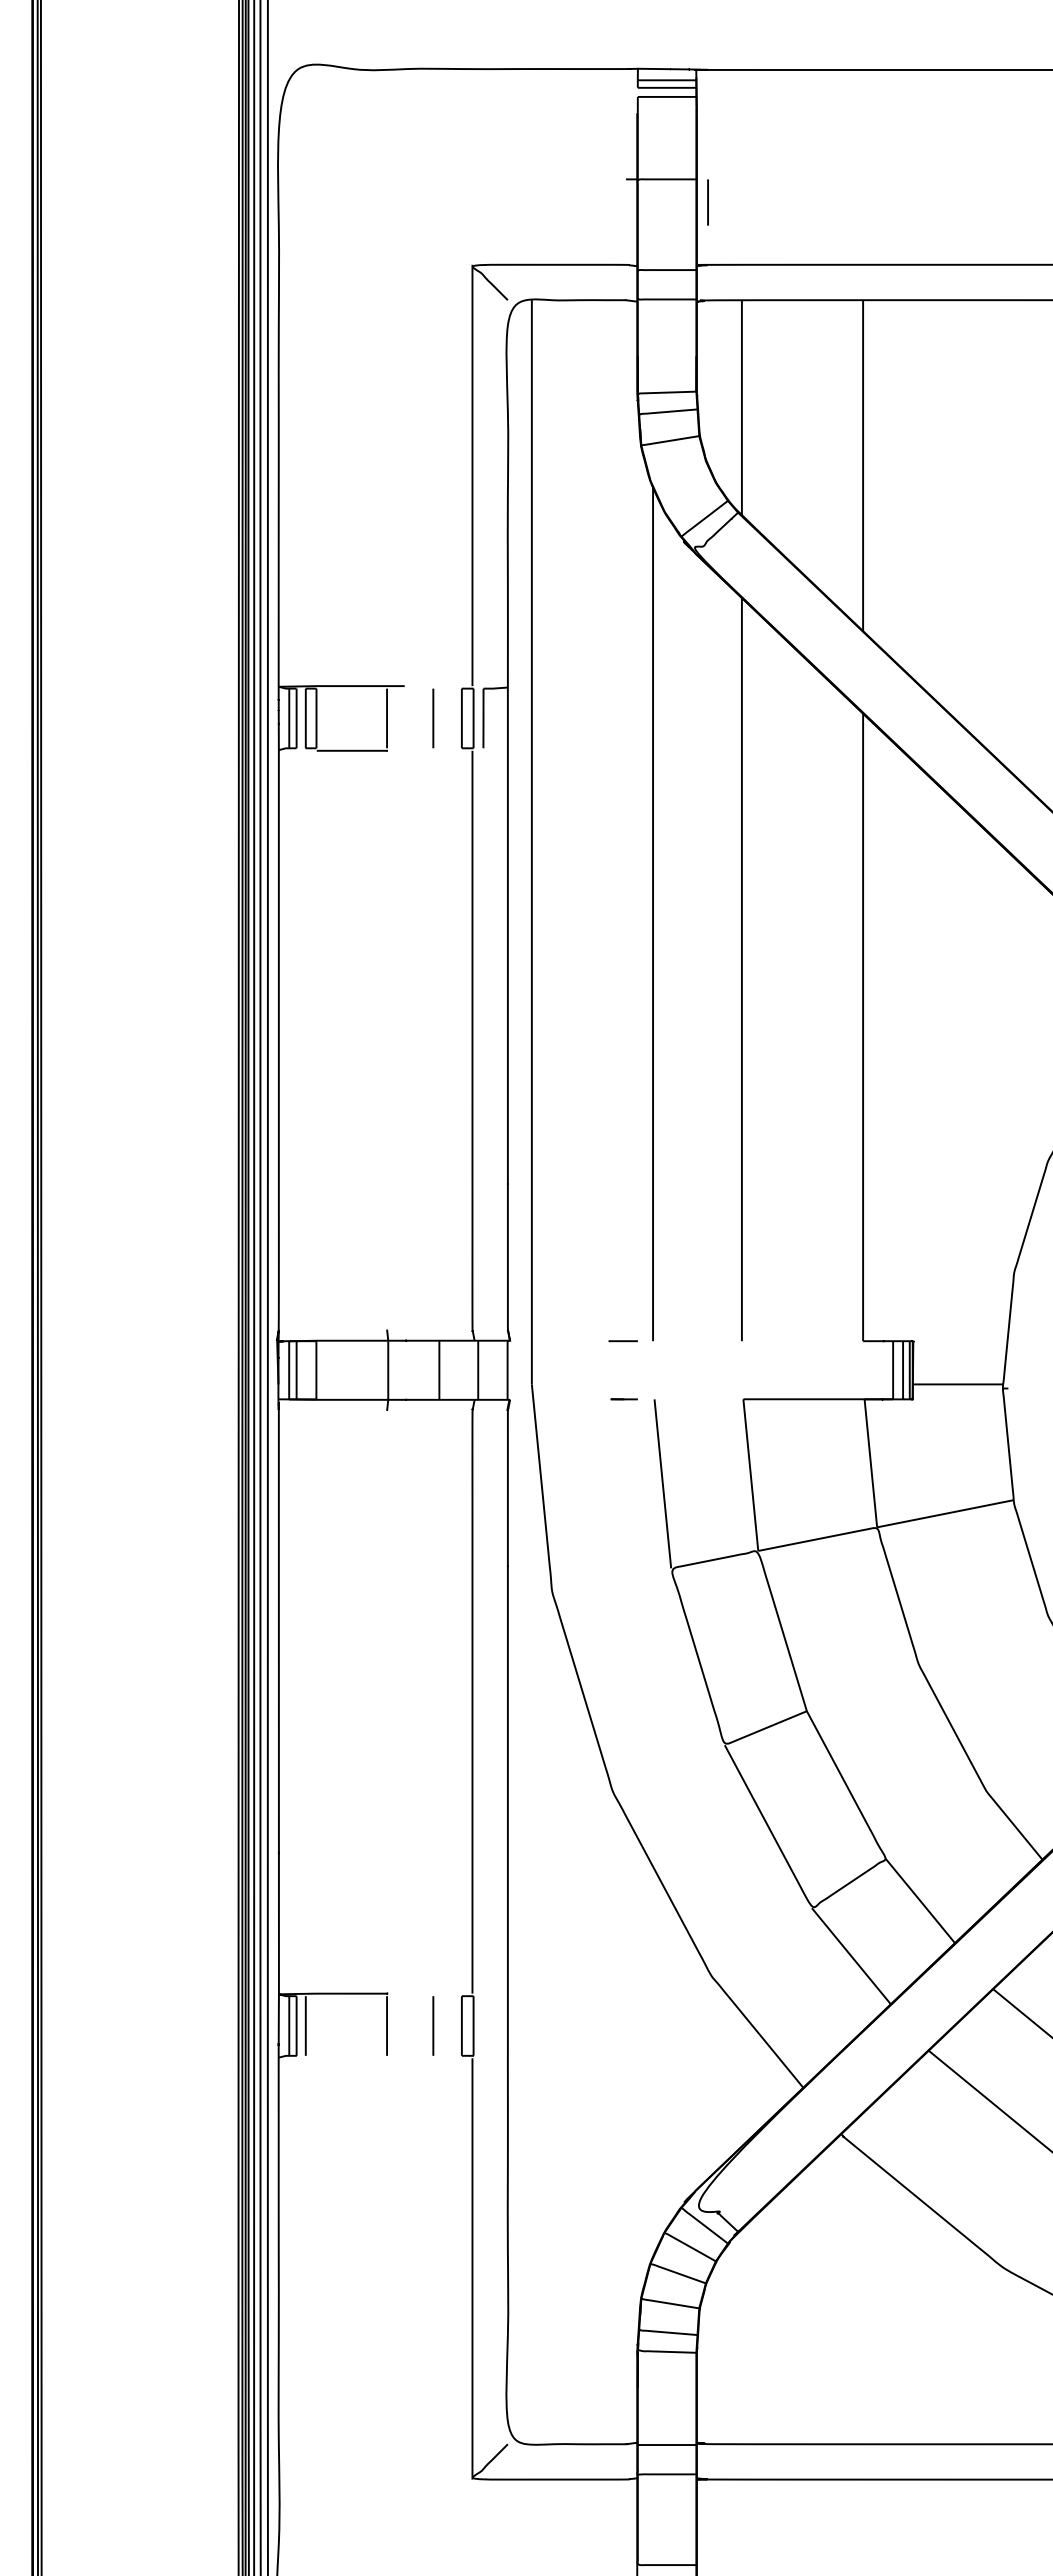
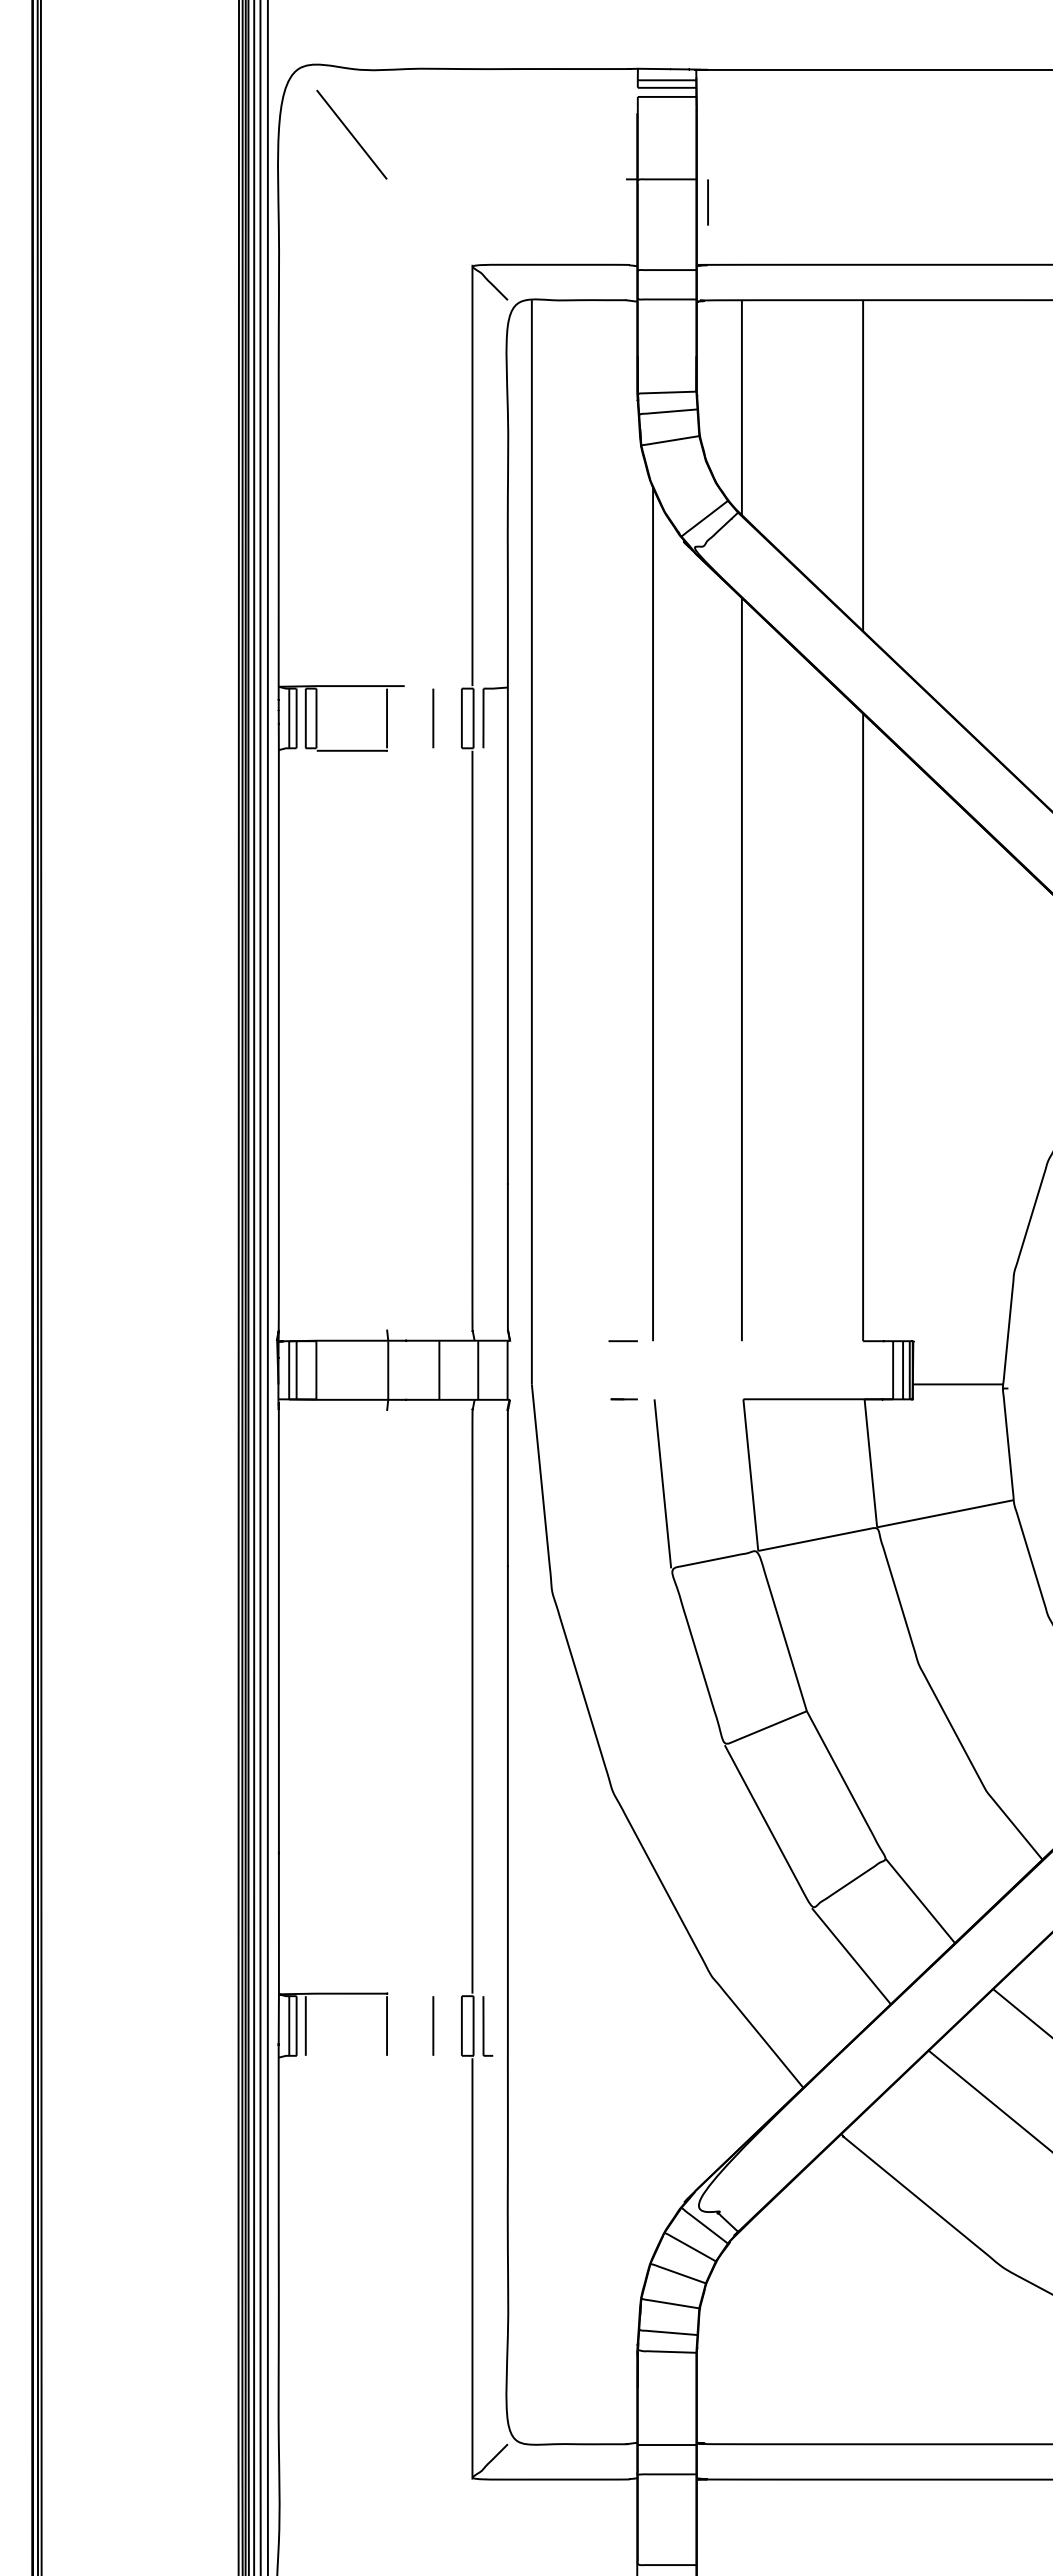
line at (351, 134): none -> present
part at (487, 2026): none -> present
